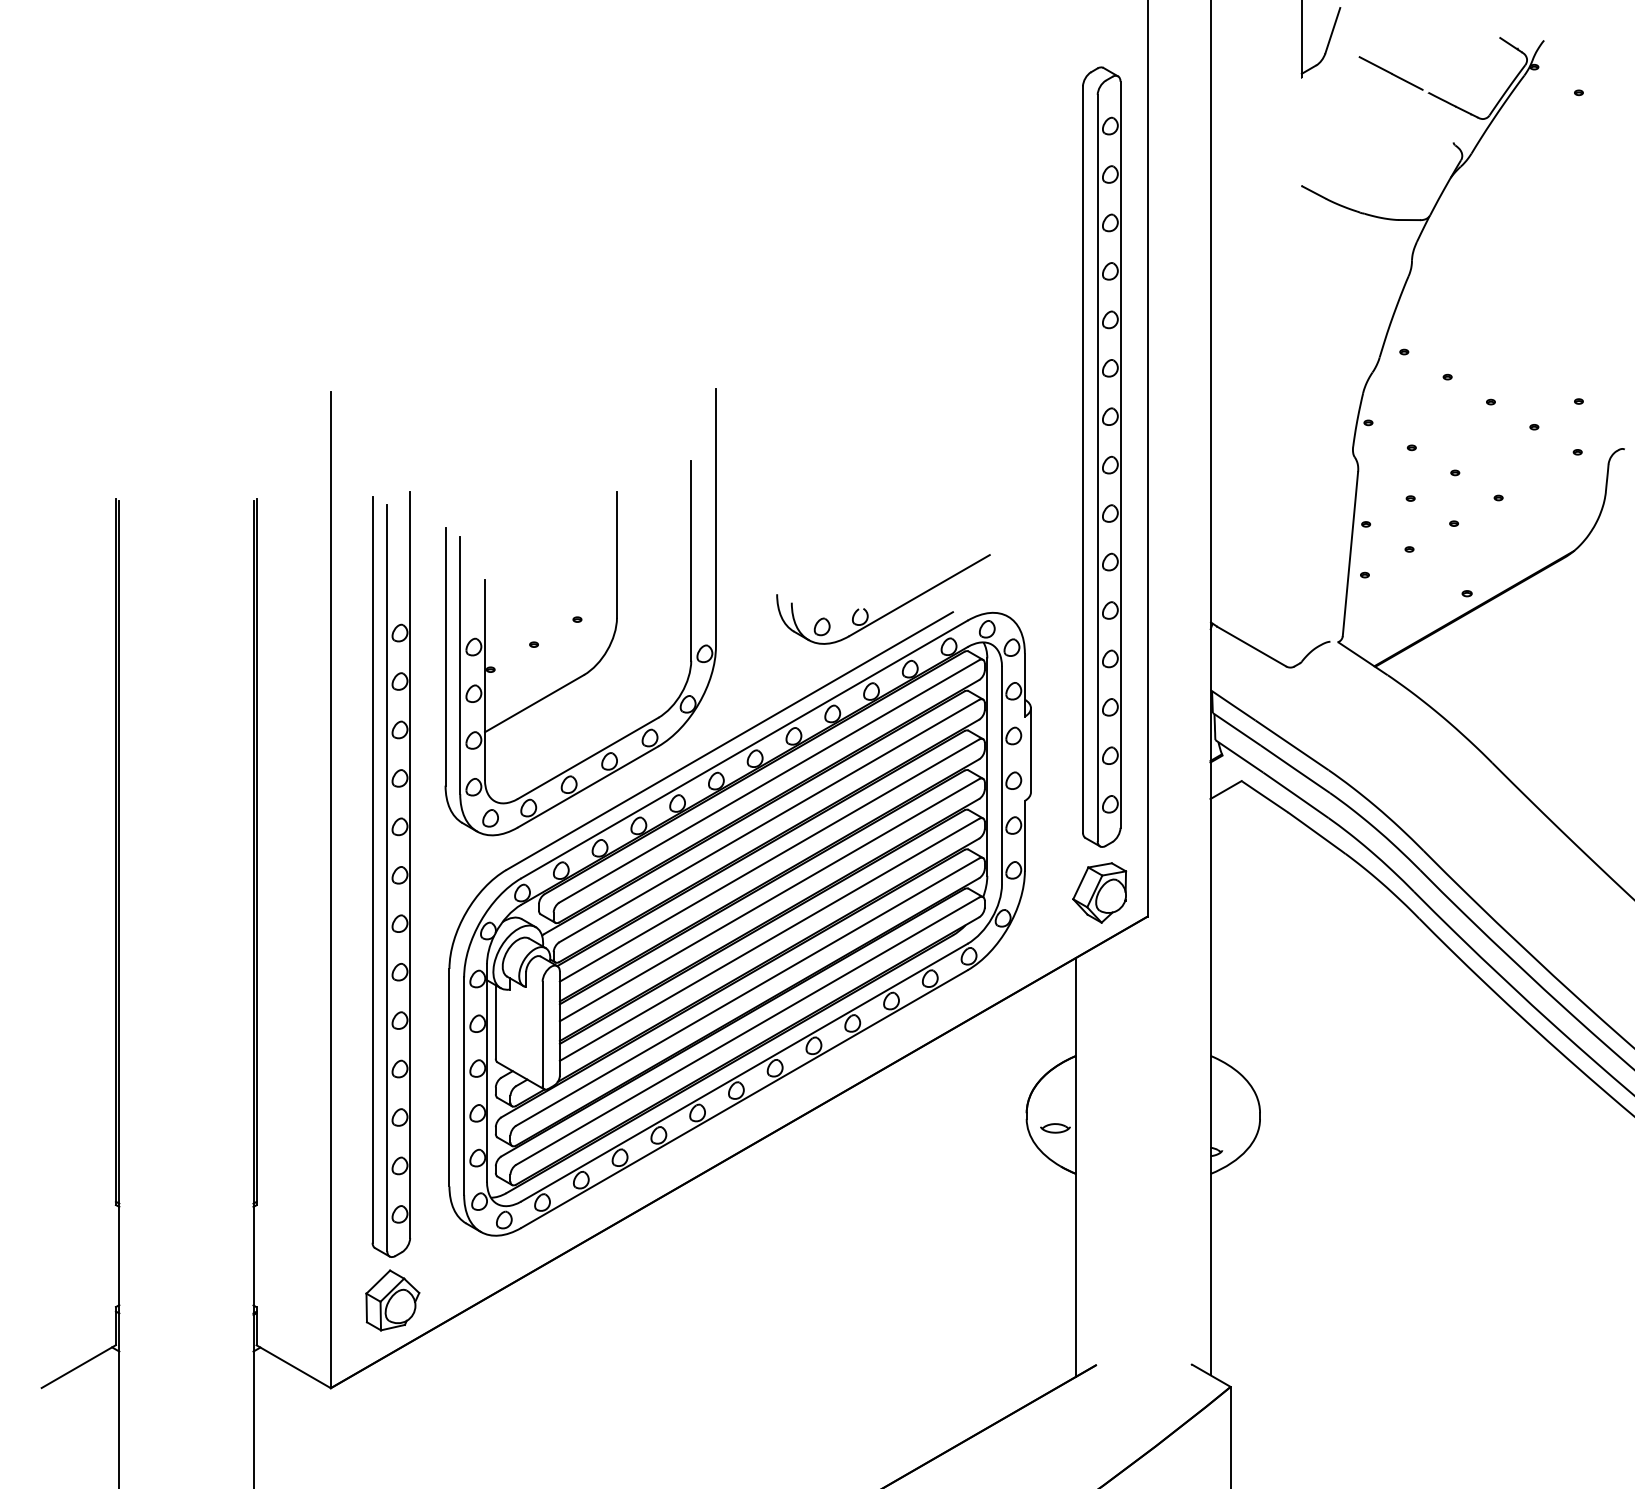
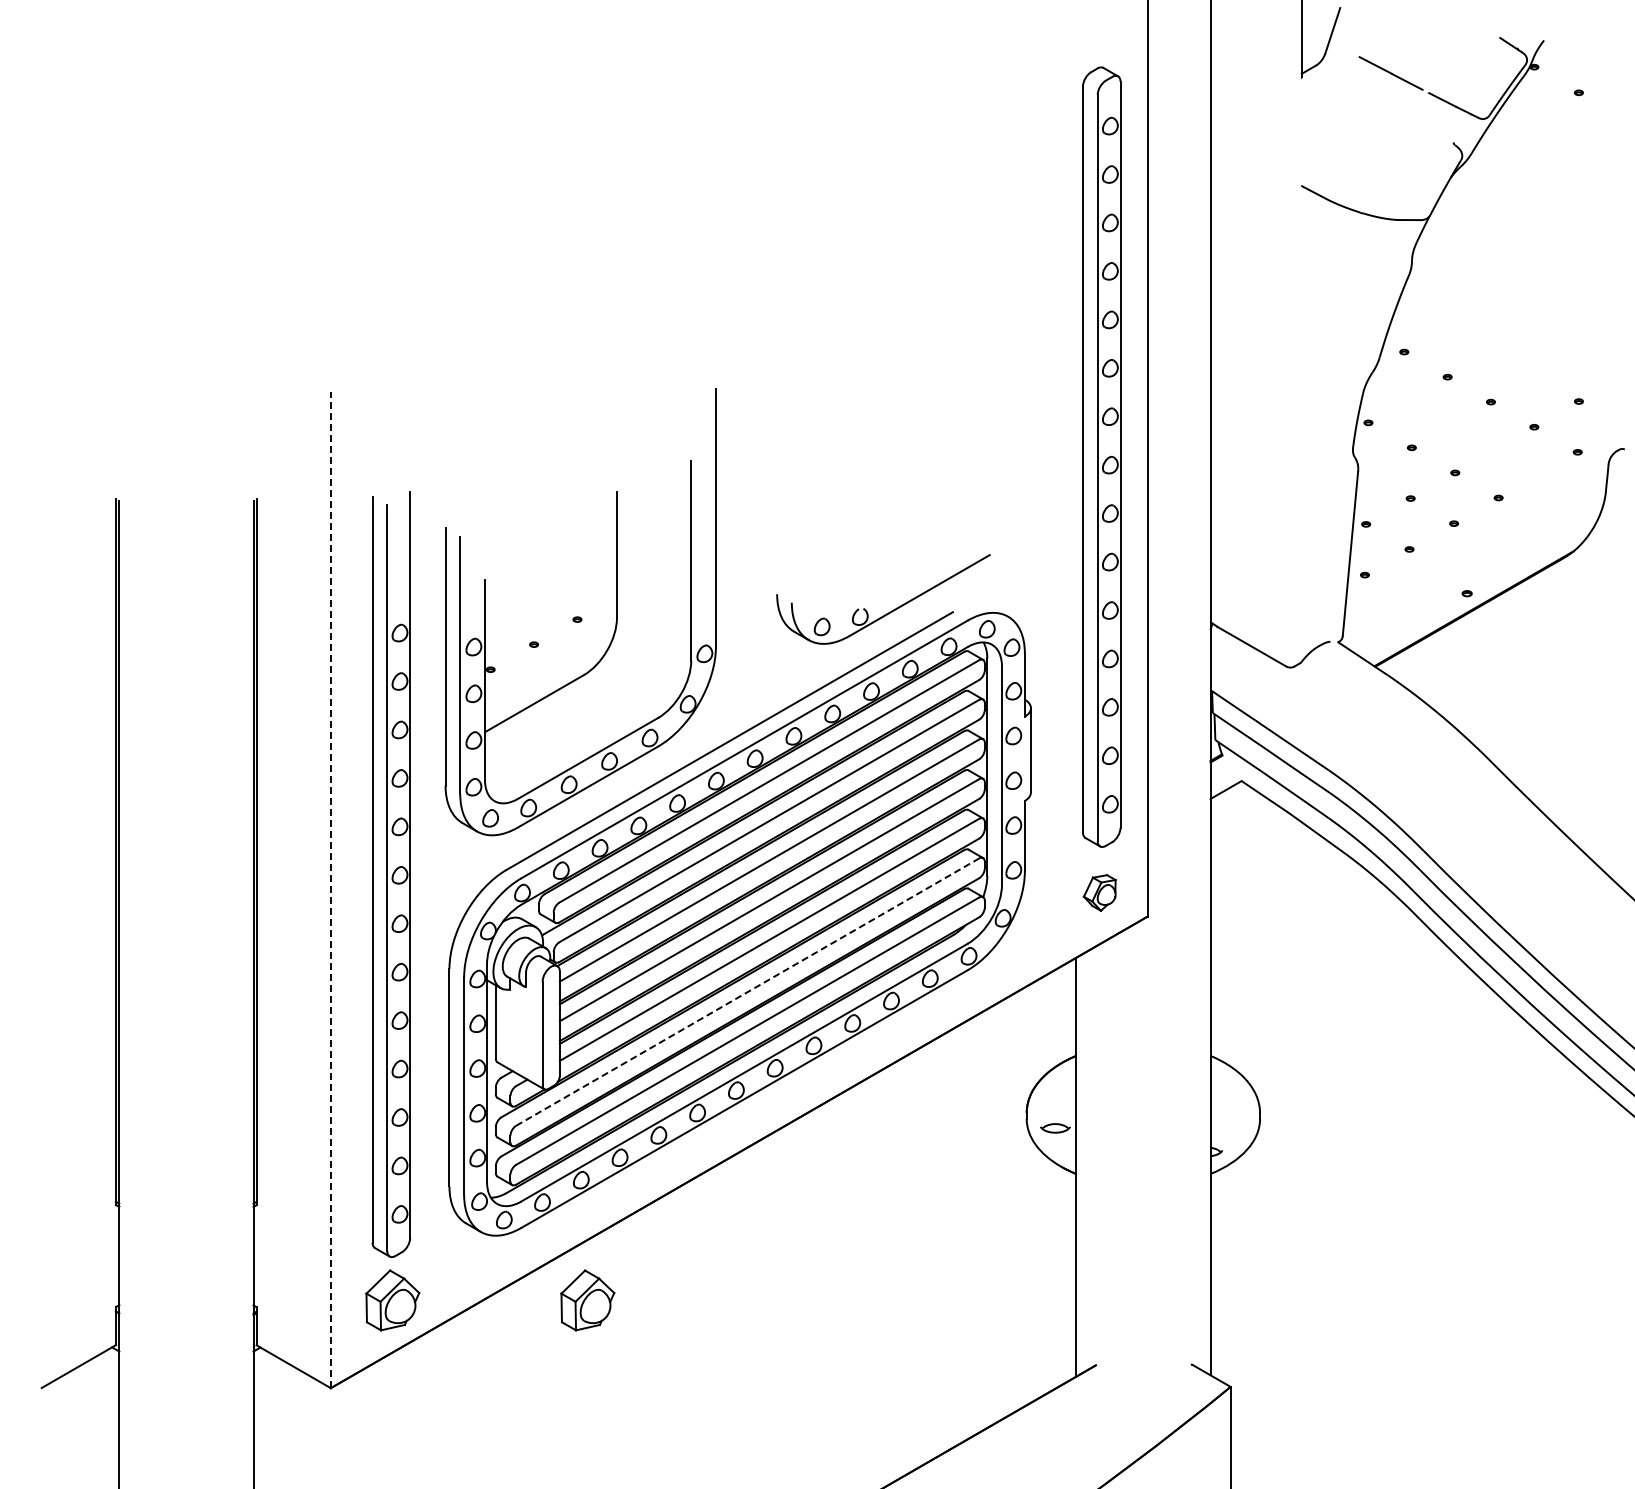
line at (330, 889): solid -> dashed
part at (1099, 892) size: 56x62 px -> 35x38 px
line at (748, 991): solid -> dashed
part at (587, 1300): none -> present
